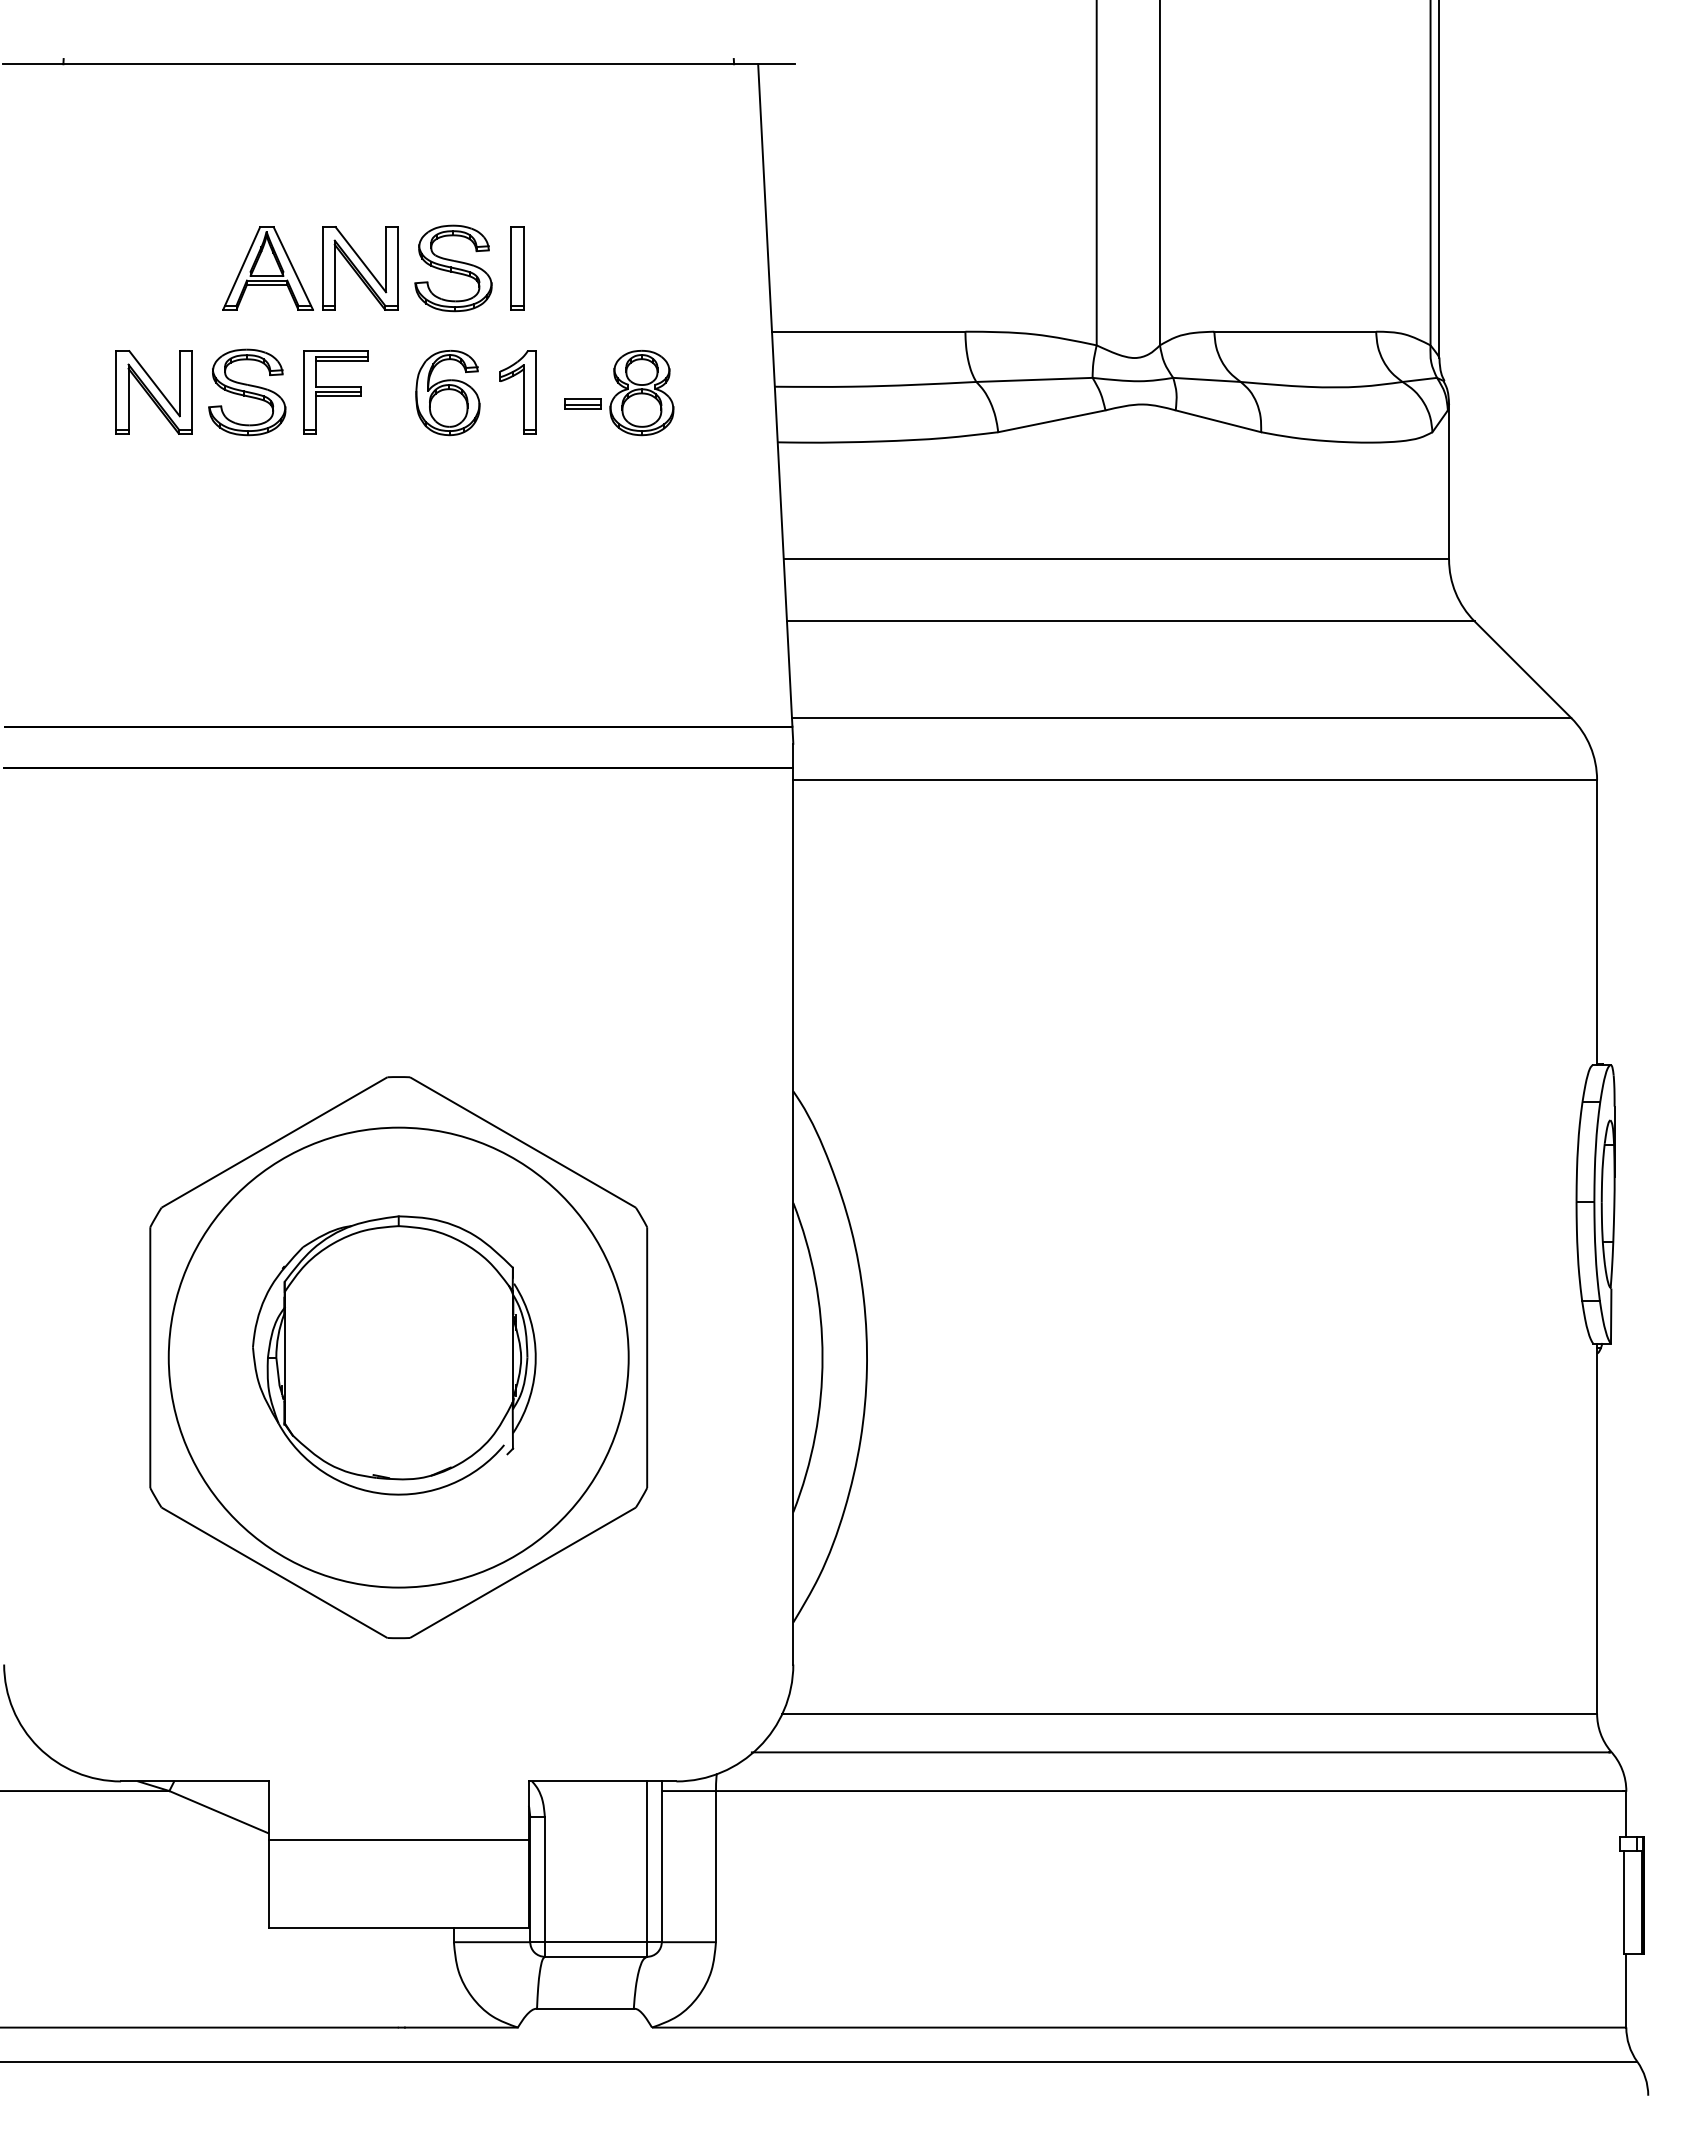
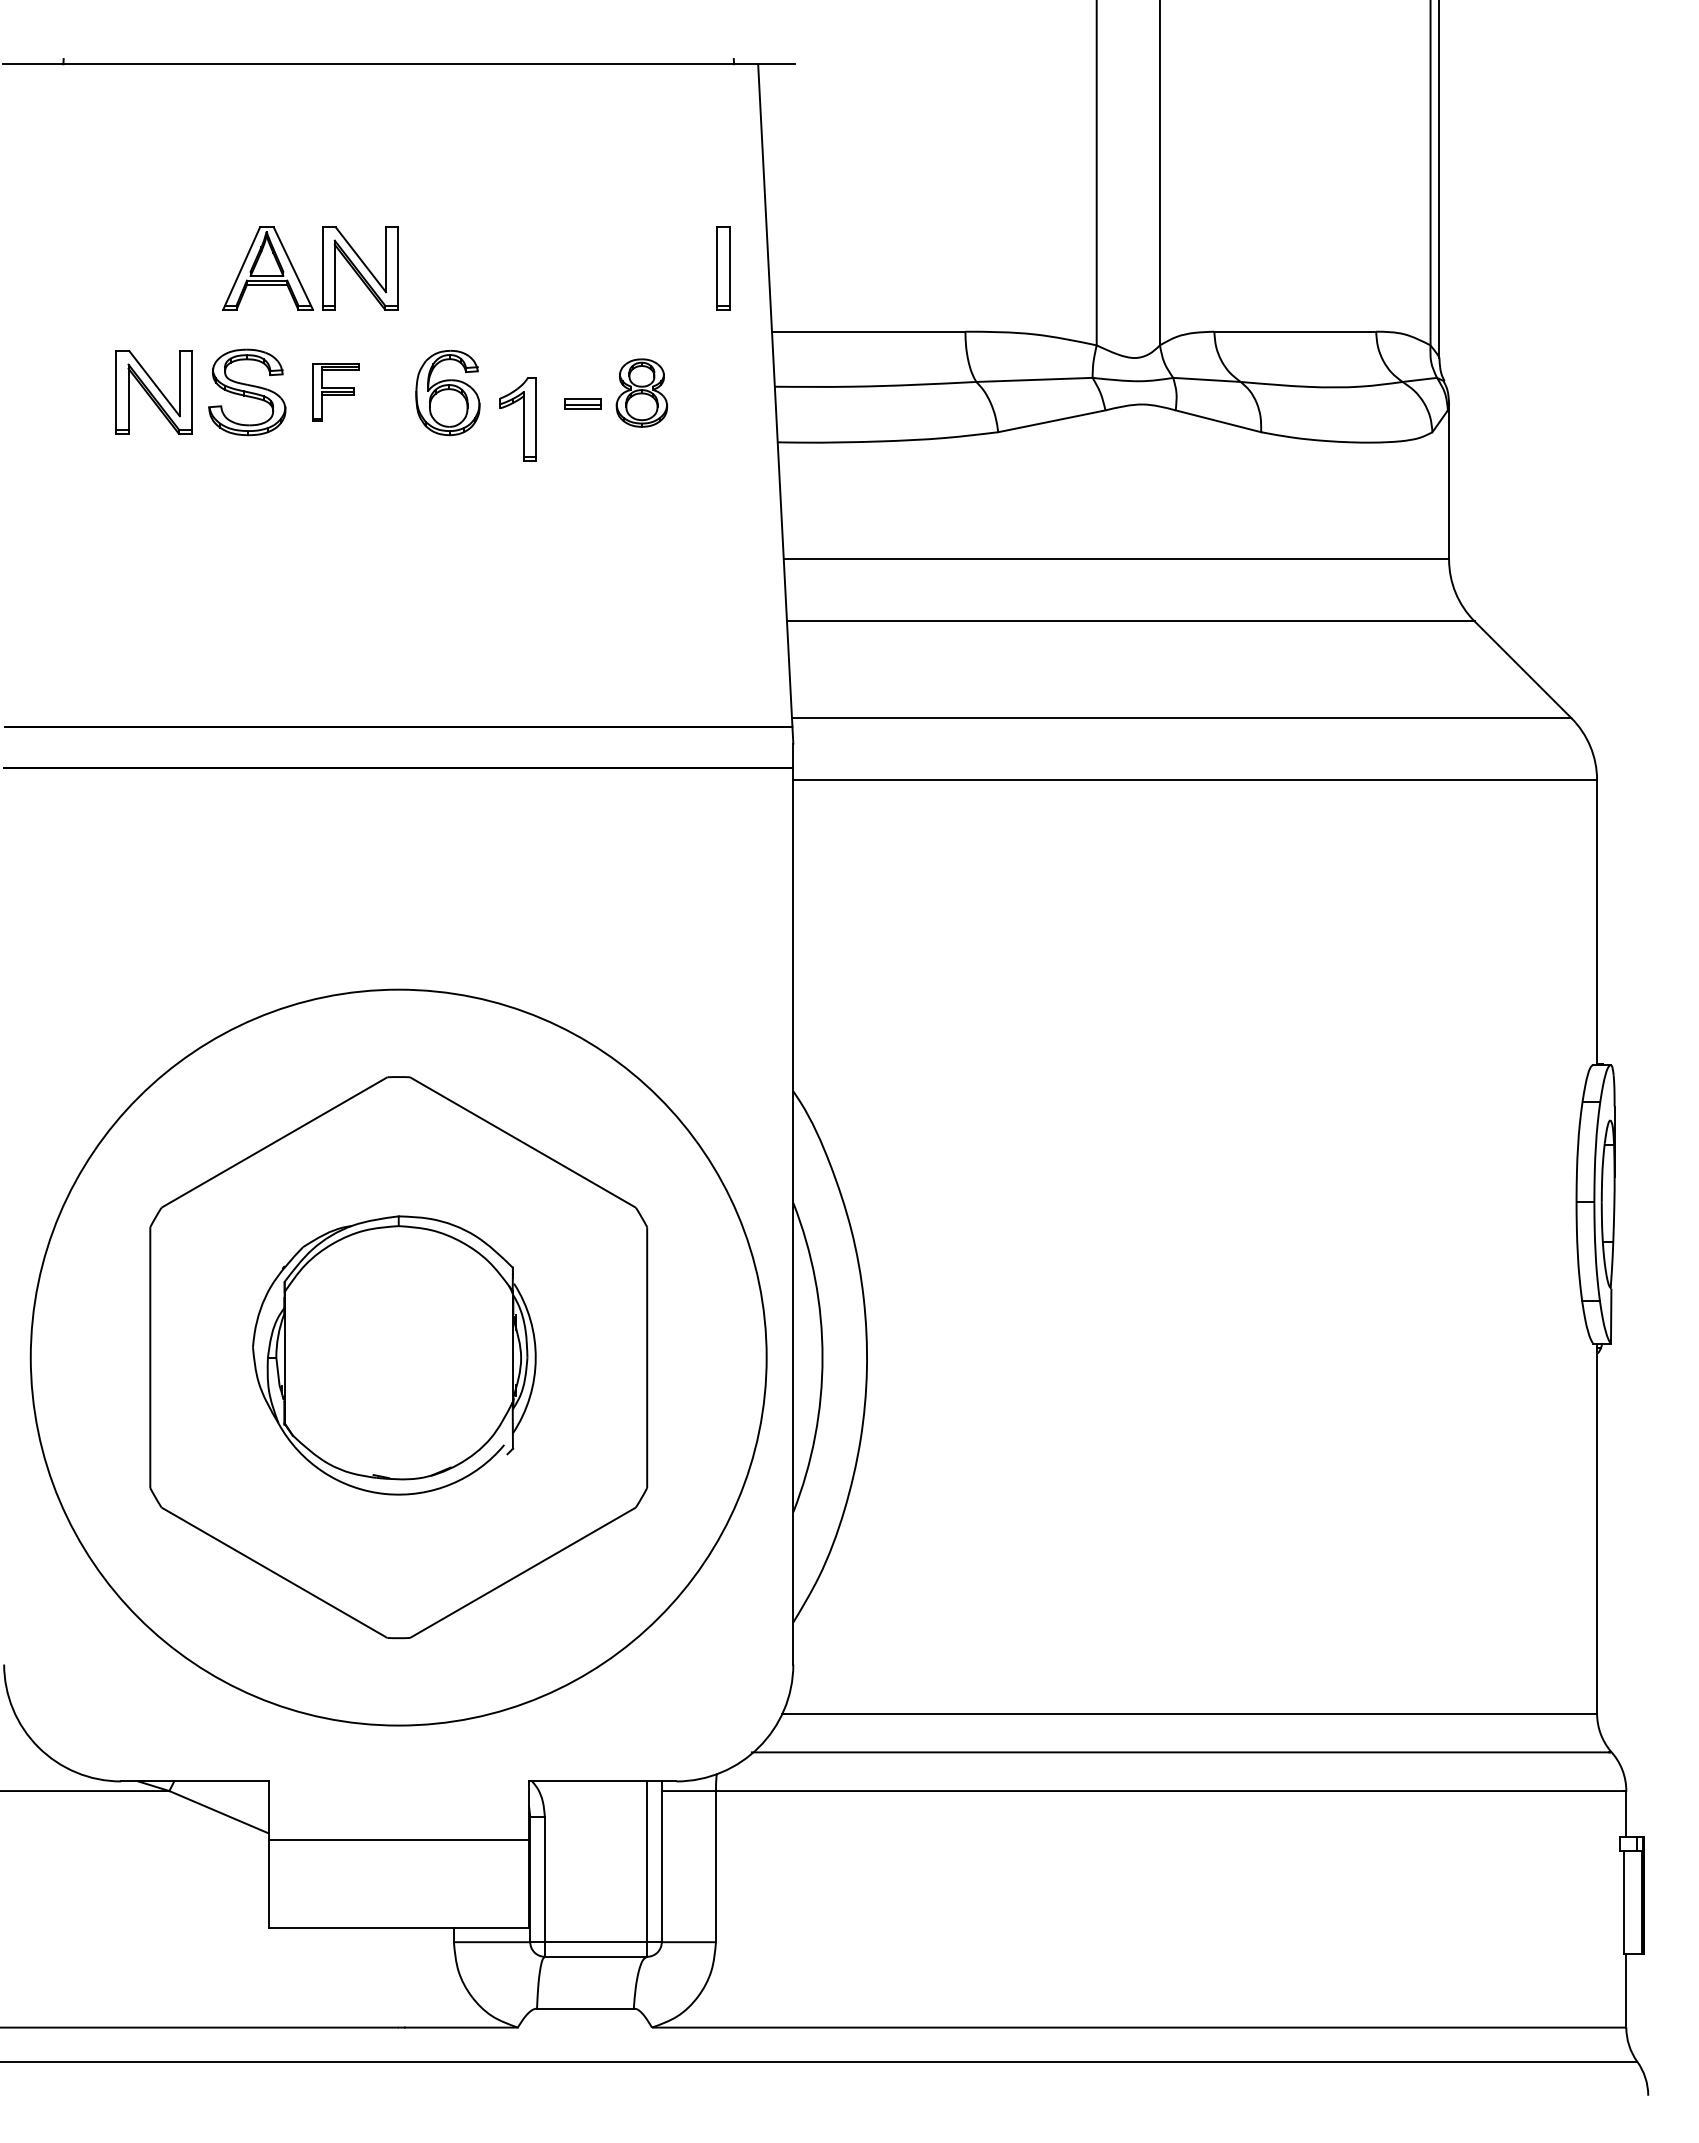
part at (453, 268): present -> none
part at (517, 268) position: (517, 268) -> (723, 268)
part at (335, 392) size: 66x85 px -> 48x59 px
part at (517, 392) position: (517, 392) -> (517, 419)
part at (641, 393) size: 66x87 px -> 53x70 px
circle at (398, 1357) diameter: 460 px -> 736 px
